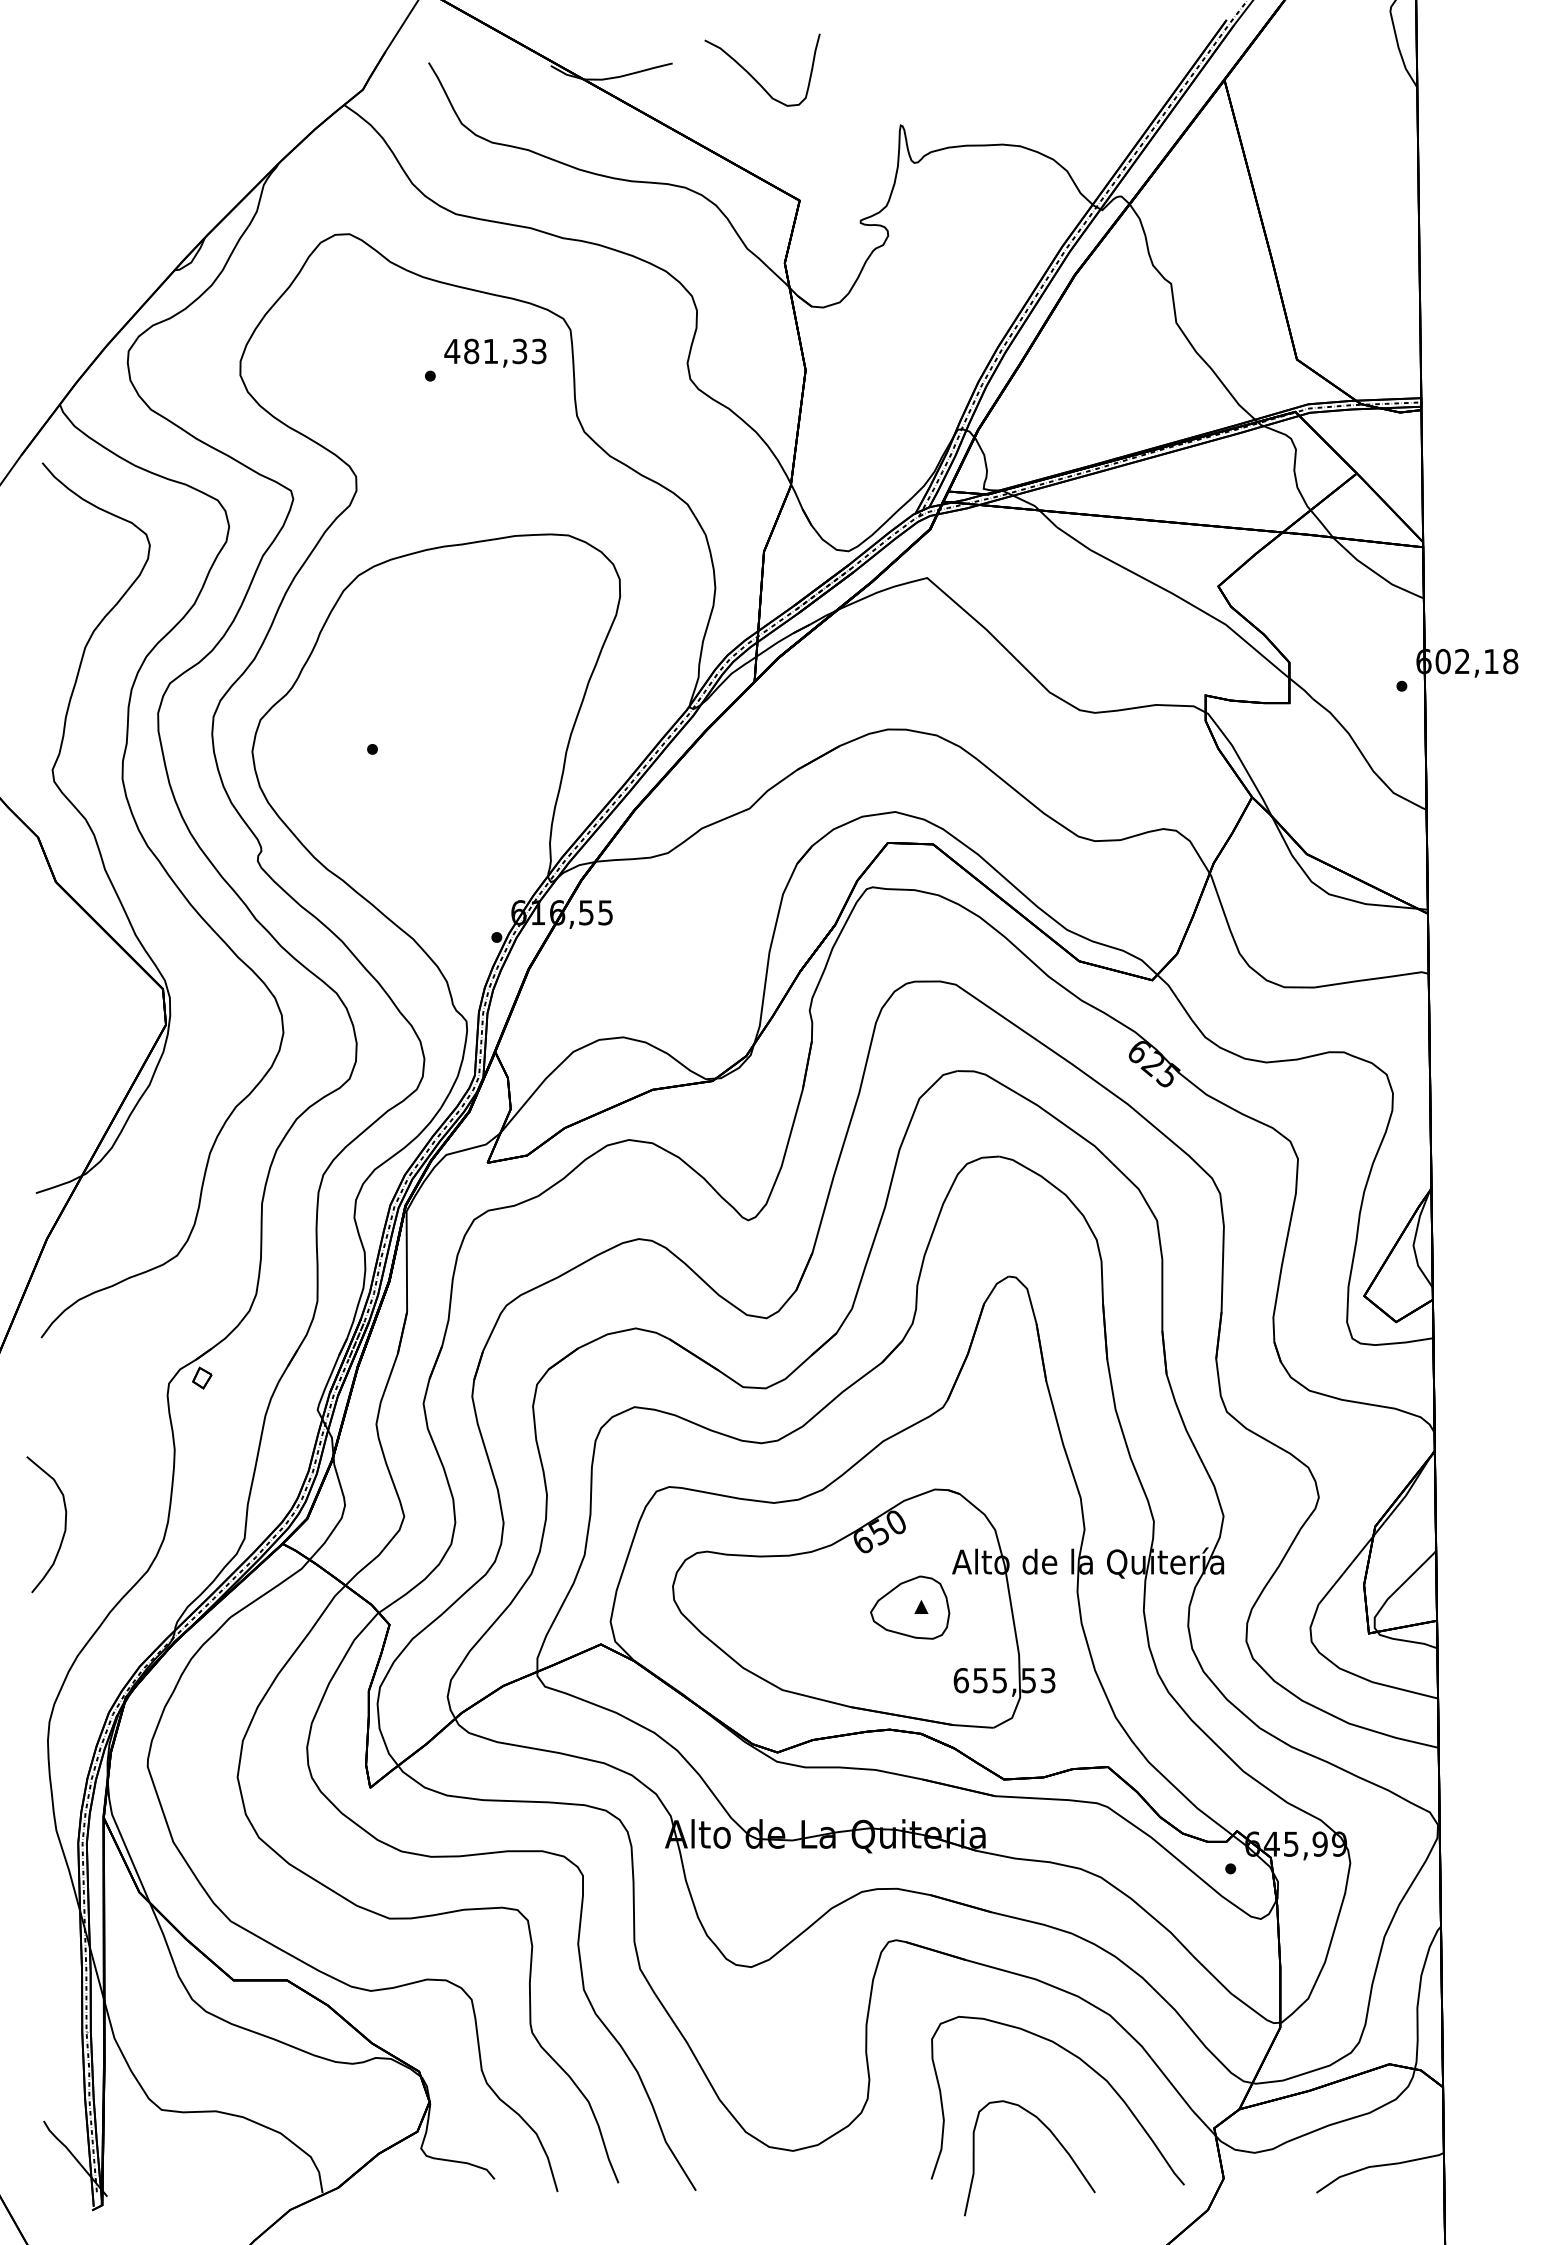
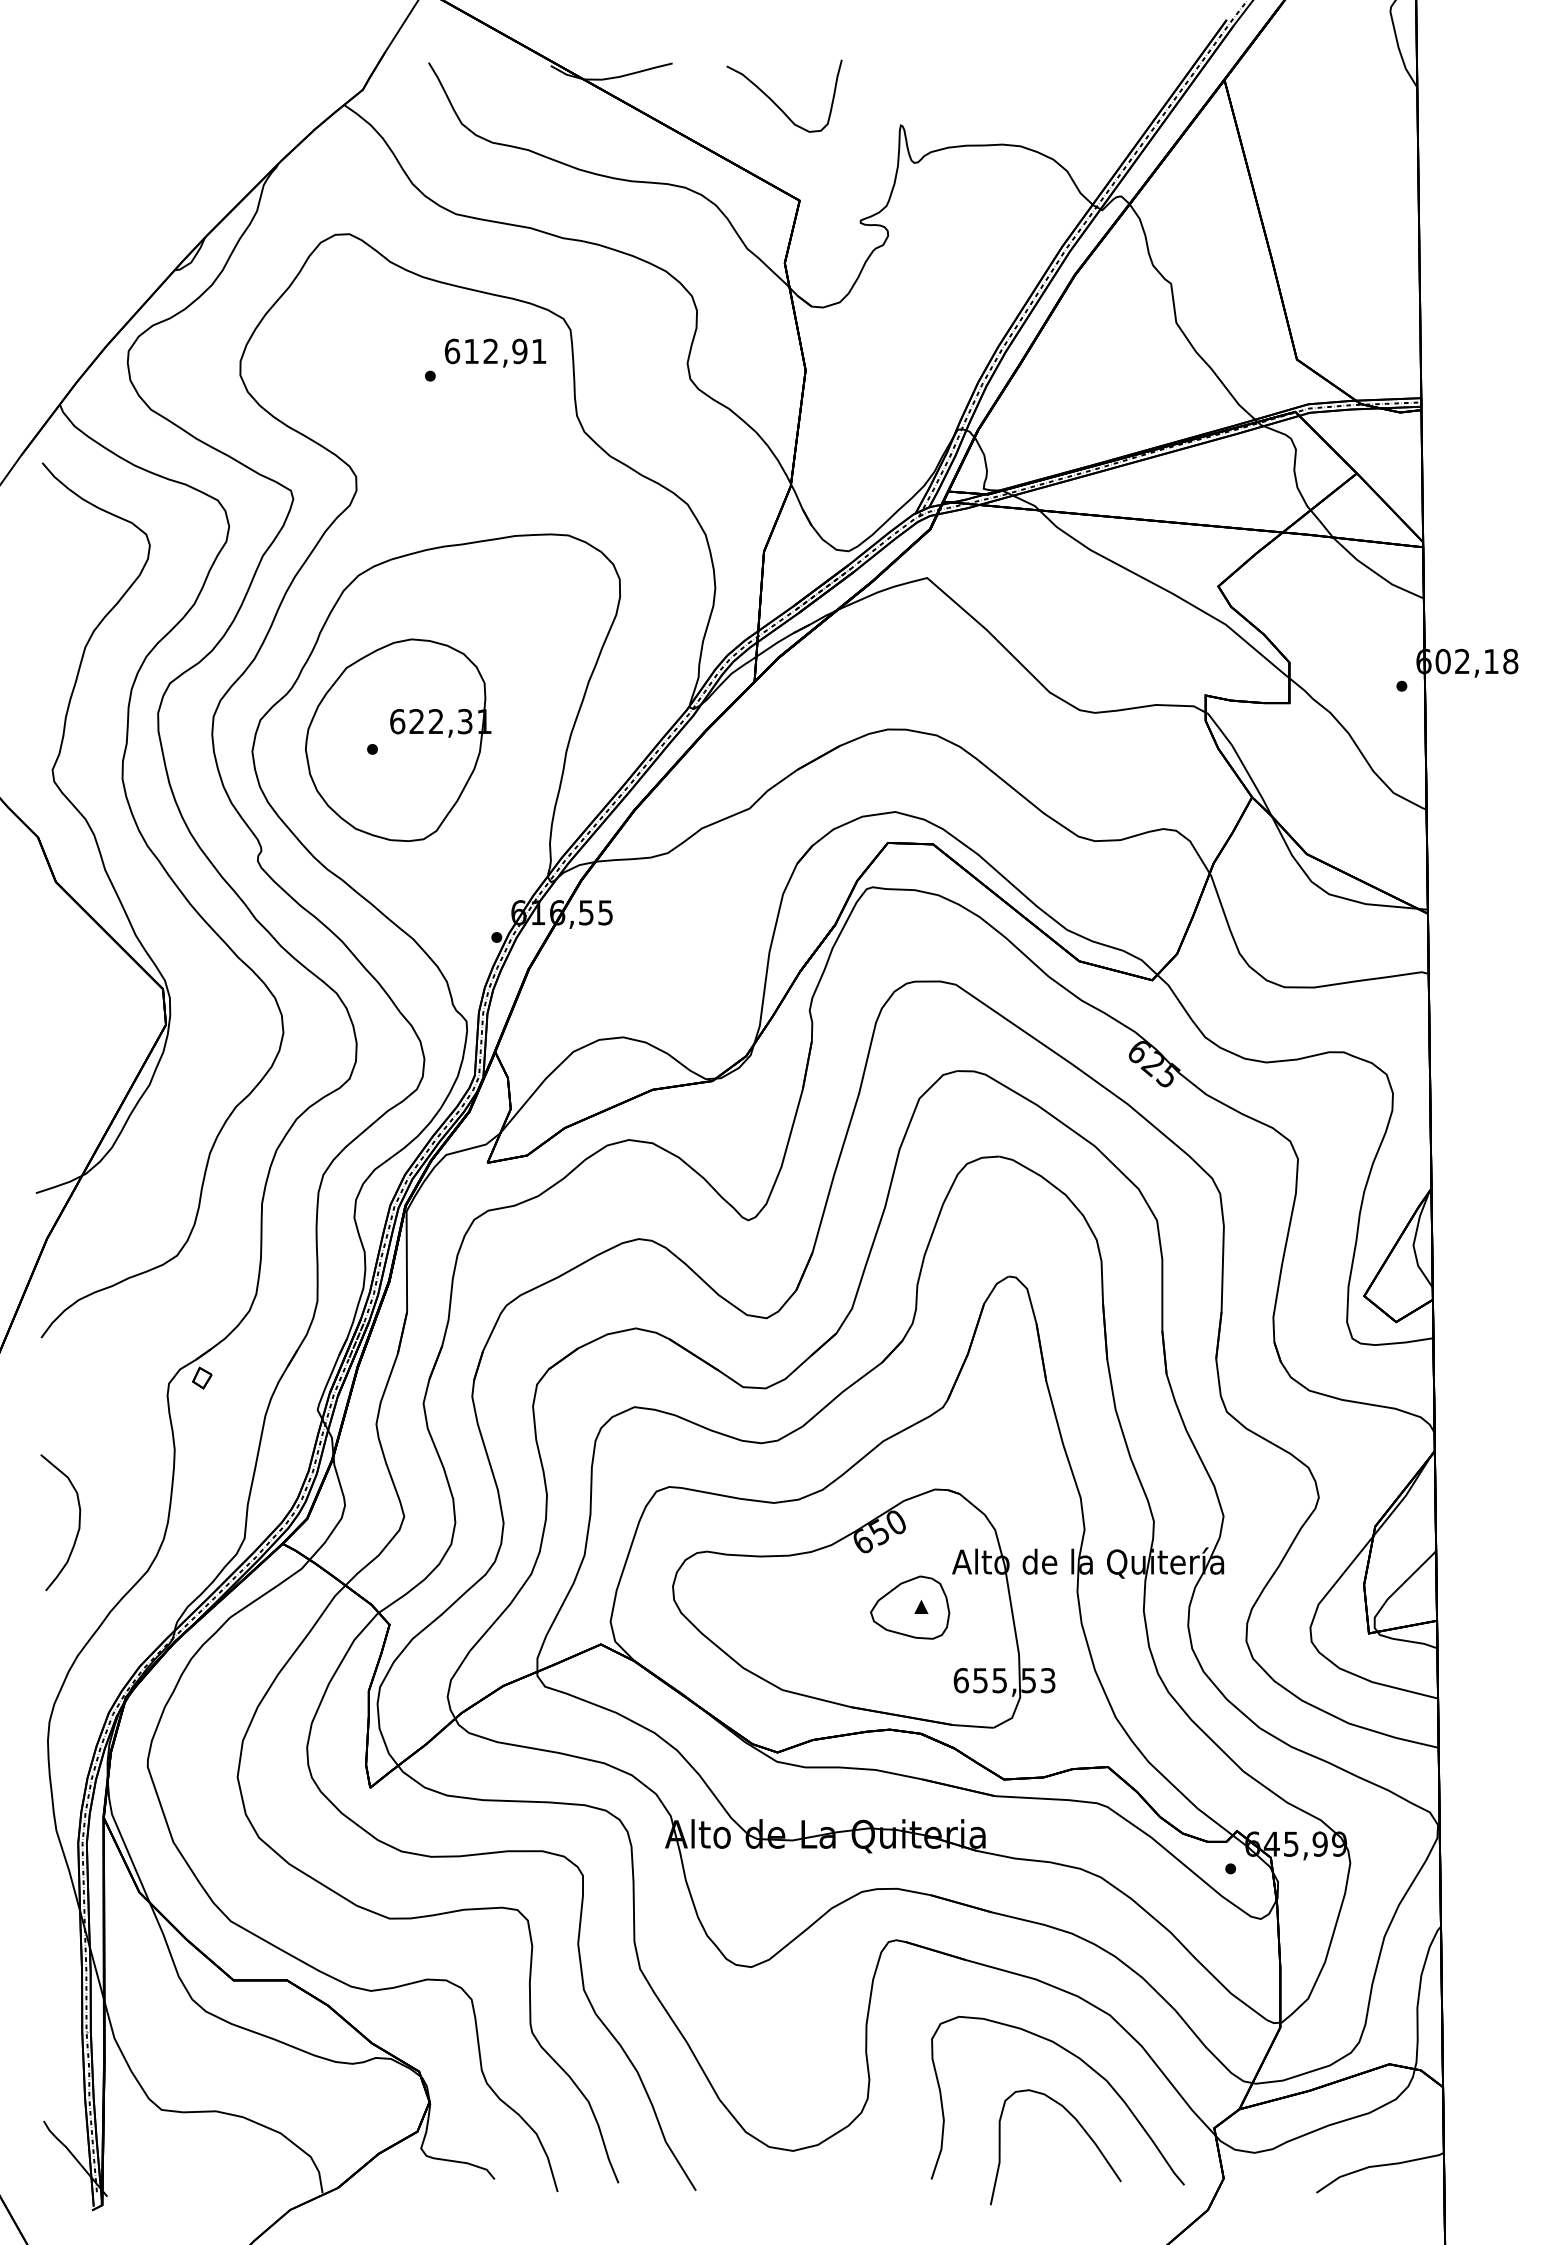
curve at (754, 77) position: (754, 77) -> (776, 103)
text at (495, 351): 481,33 -> 612,91
part at (398, 739): none -> present
curve at (64, 1524) position: (64, 1524) -> (78, 1522)
curve at (1056, 2140) position: (1056, 2140) -> (1082, 2129)
